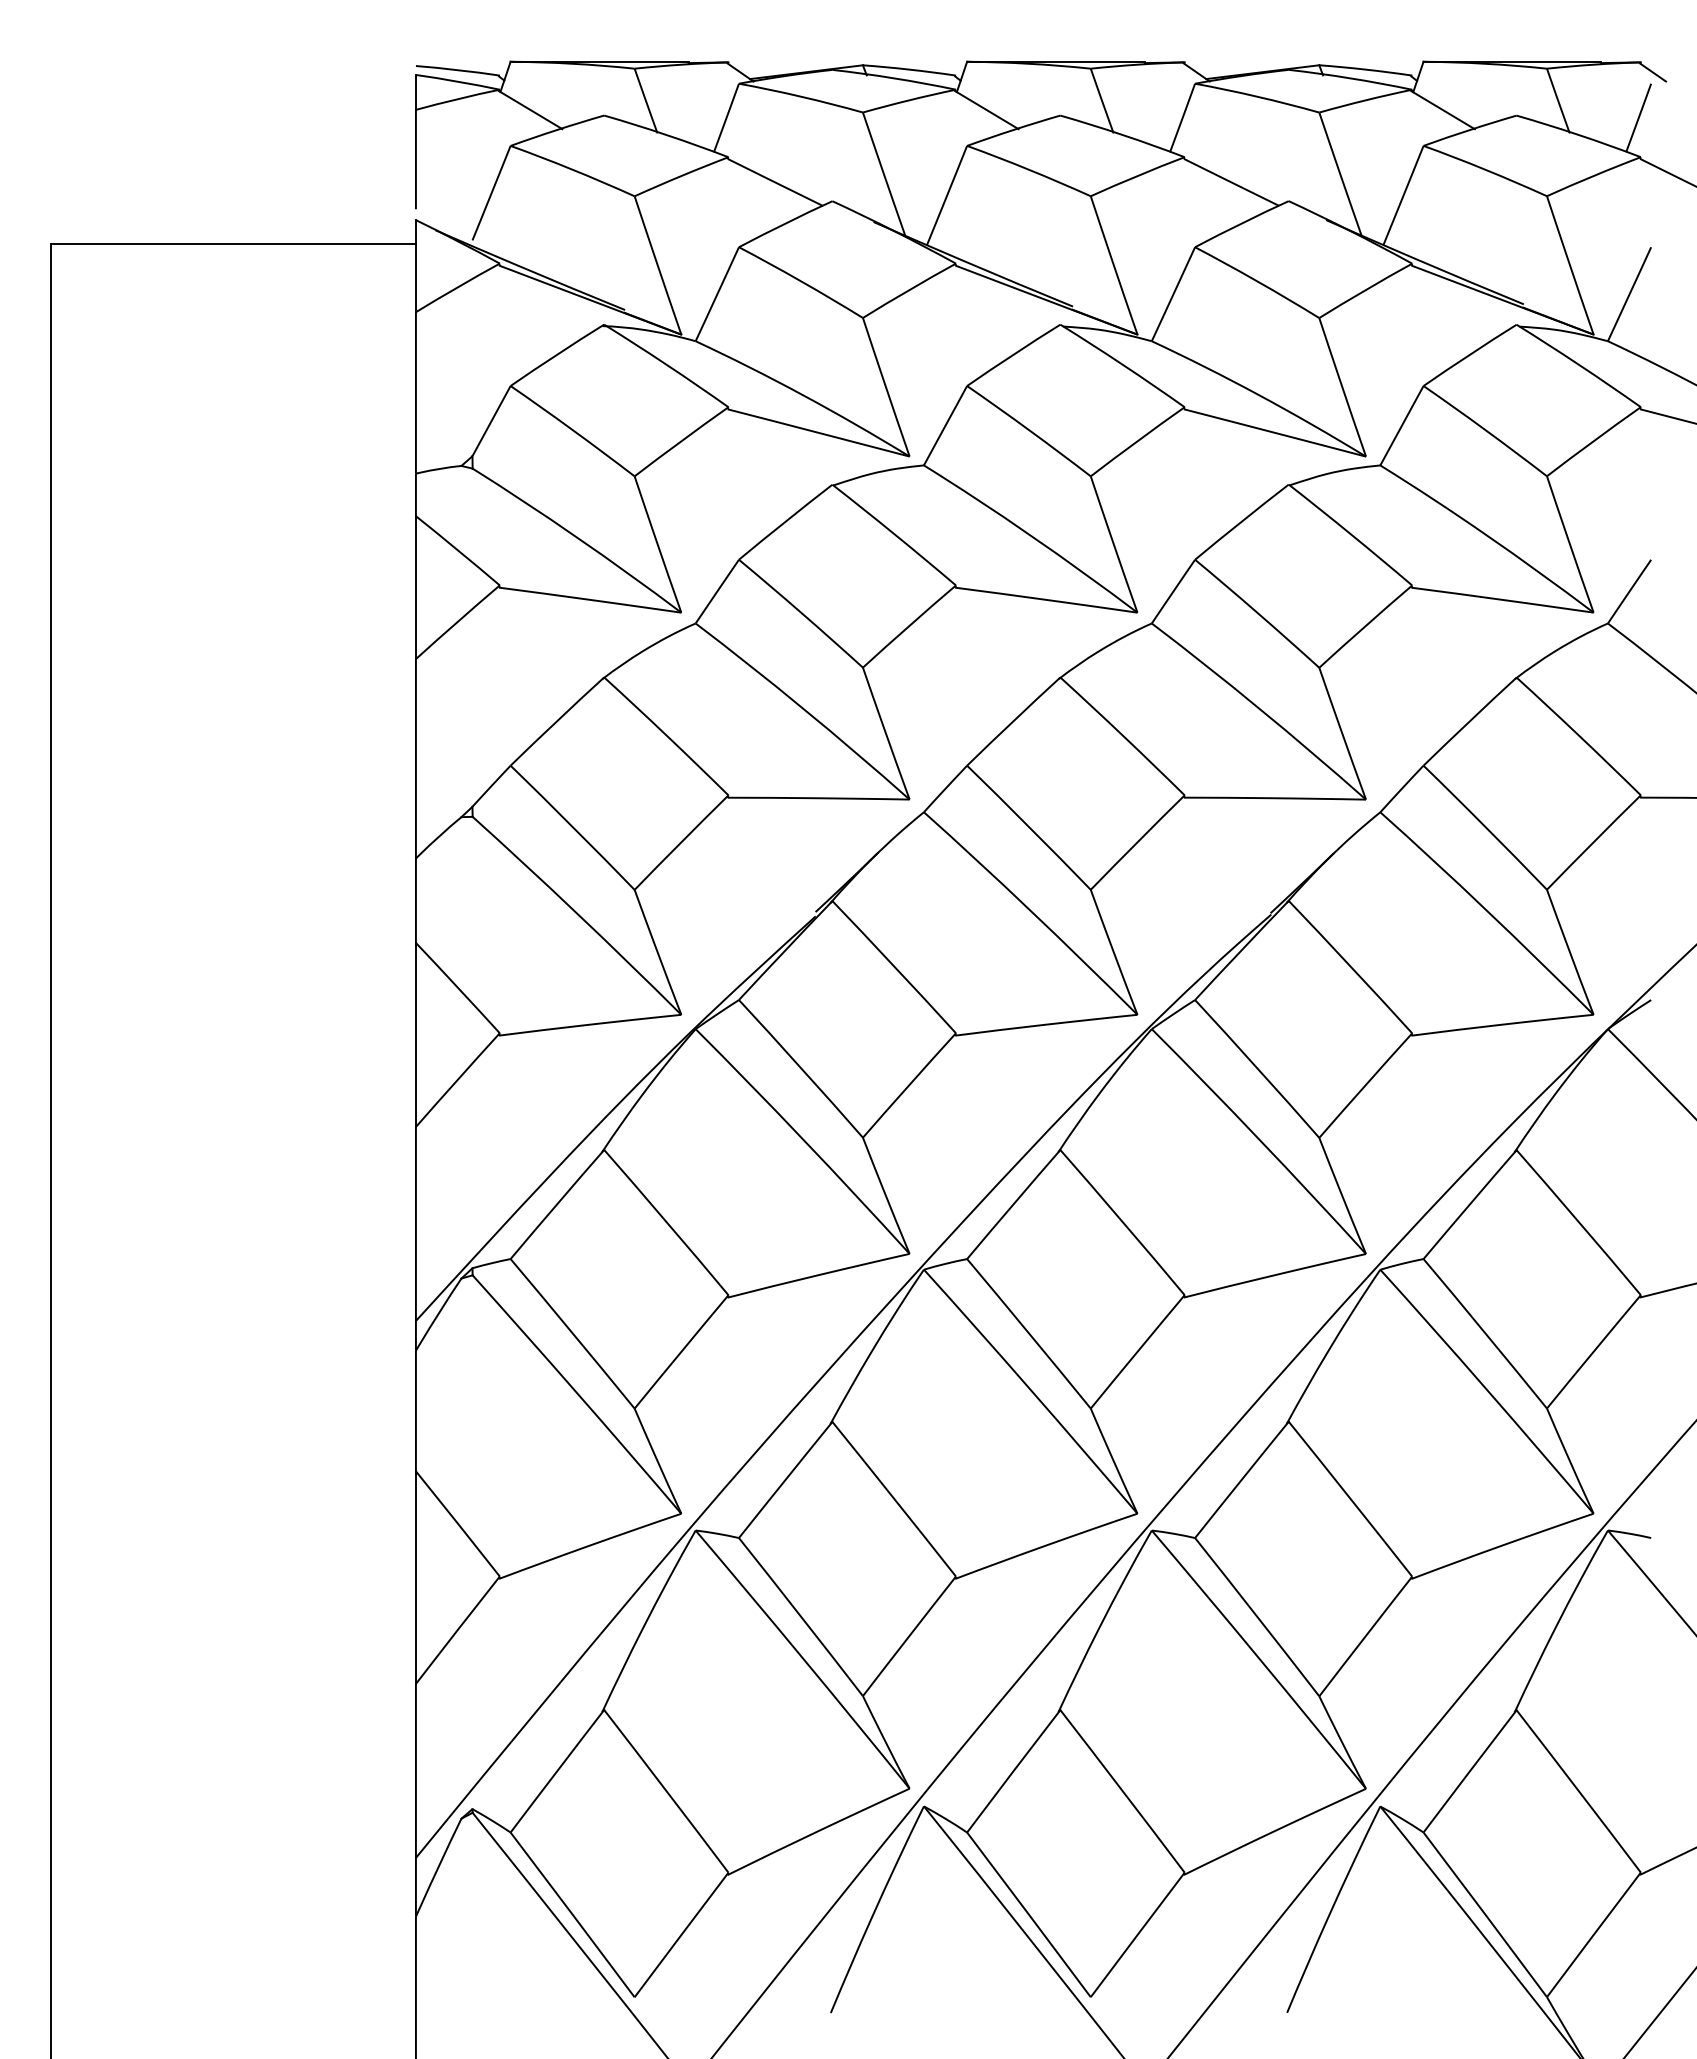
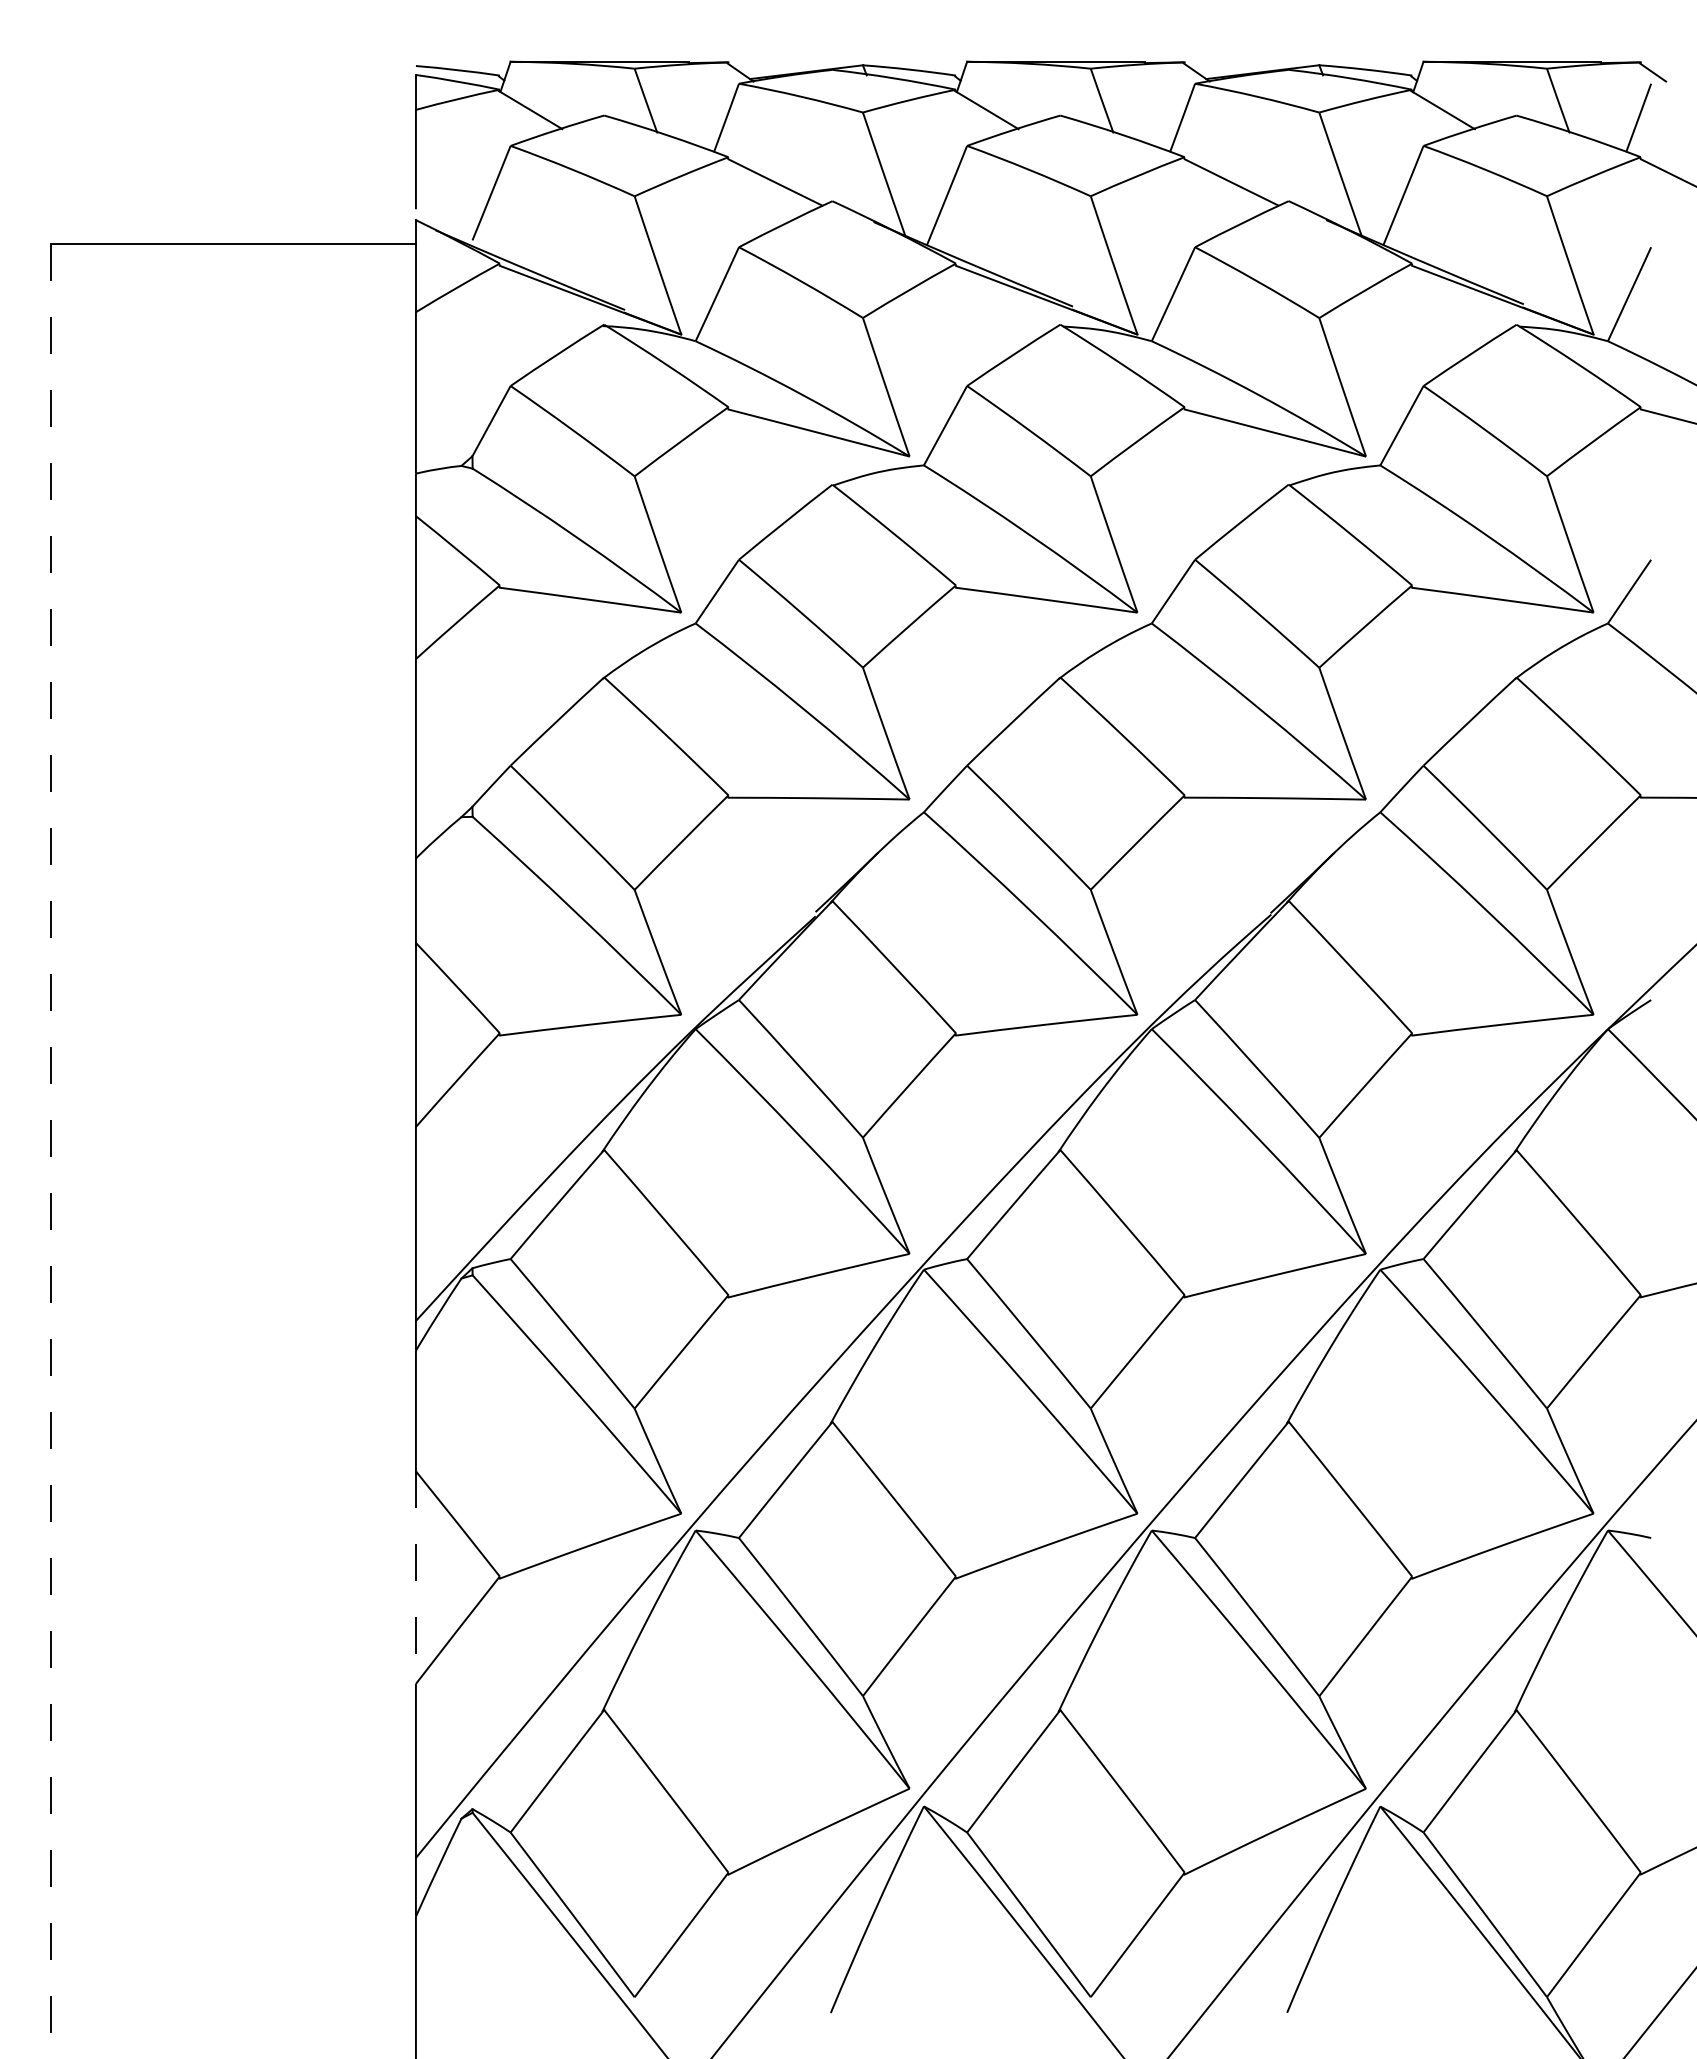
line at (50, 1151): solid -> dashed
line at (415, 1578): solid -> dashed
